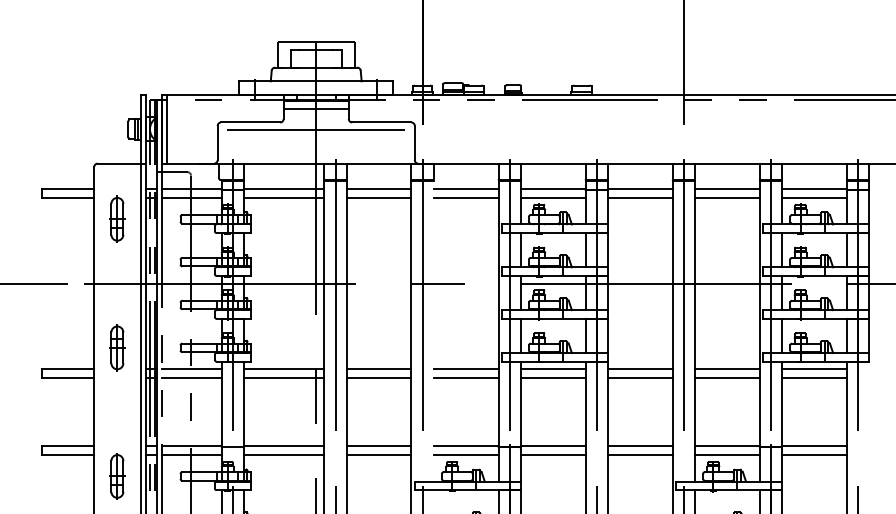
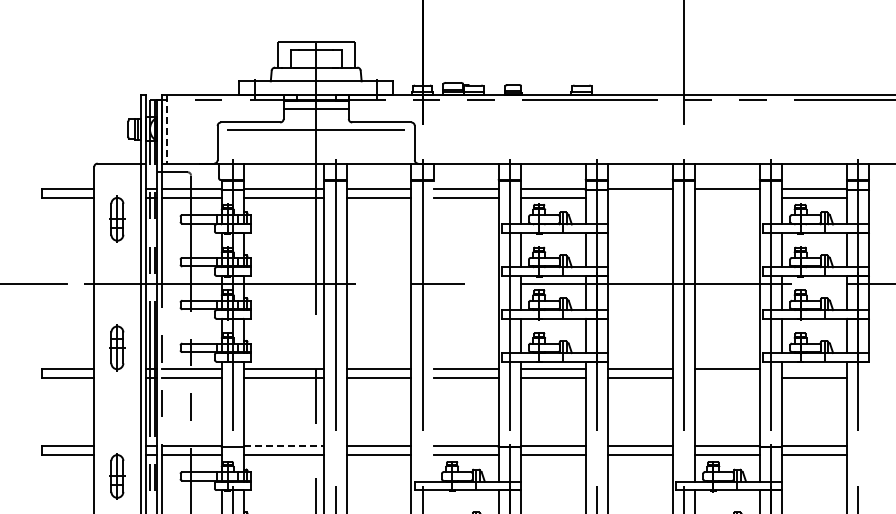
line at (167, 129): solid -> dashed
line at (639, 197): present -> none
line at (726, 197): present -> none
line at (814, 369): present -> none
line at (726, 377): present -> none
line at (284, 446): solid -> dashed
